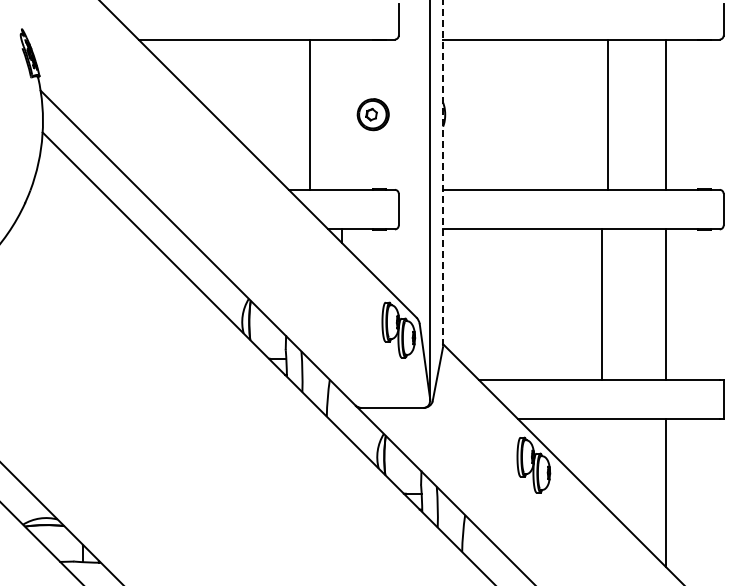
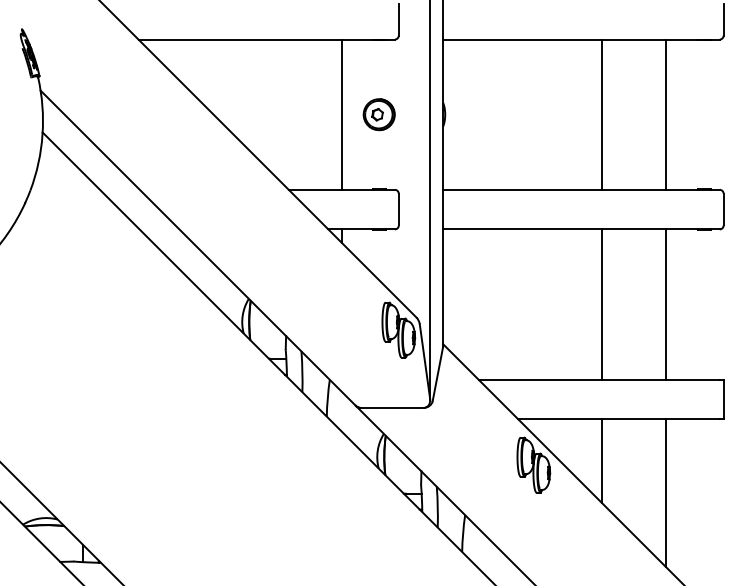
line at (309, 114) position: (309, 114) -> (341, 114)
part at (372, 114) position: (372, 114) -> (378, 114)
line at (608, 114) position: (608, 114) -> (602, 114)
line at (443, 173): dashed -> solid
line at (602, 461): none -> present
